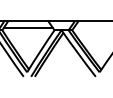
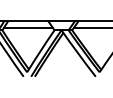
line at (91, 27): none -> present
